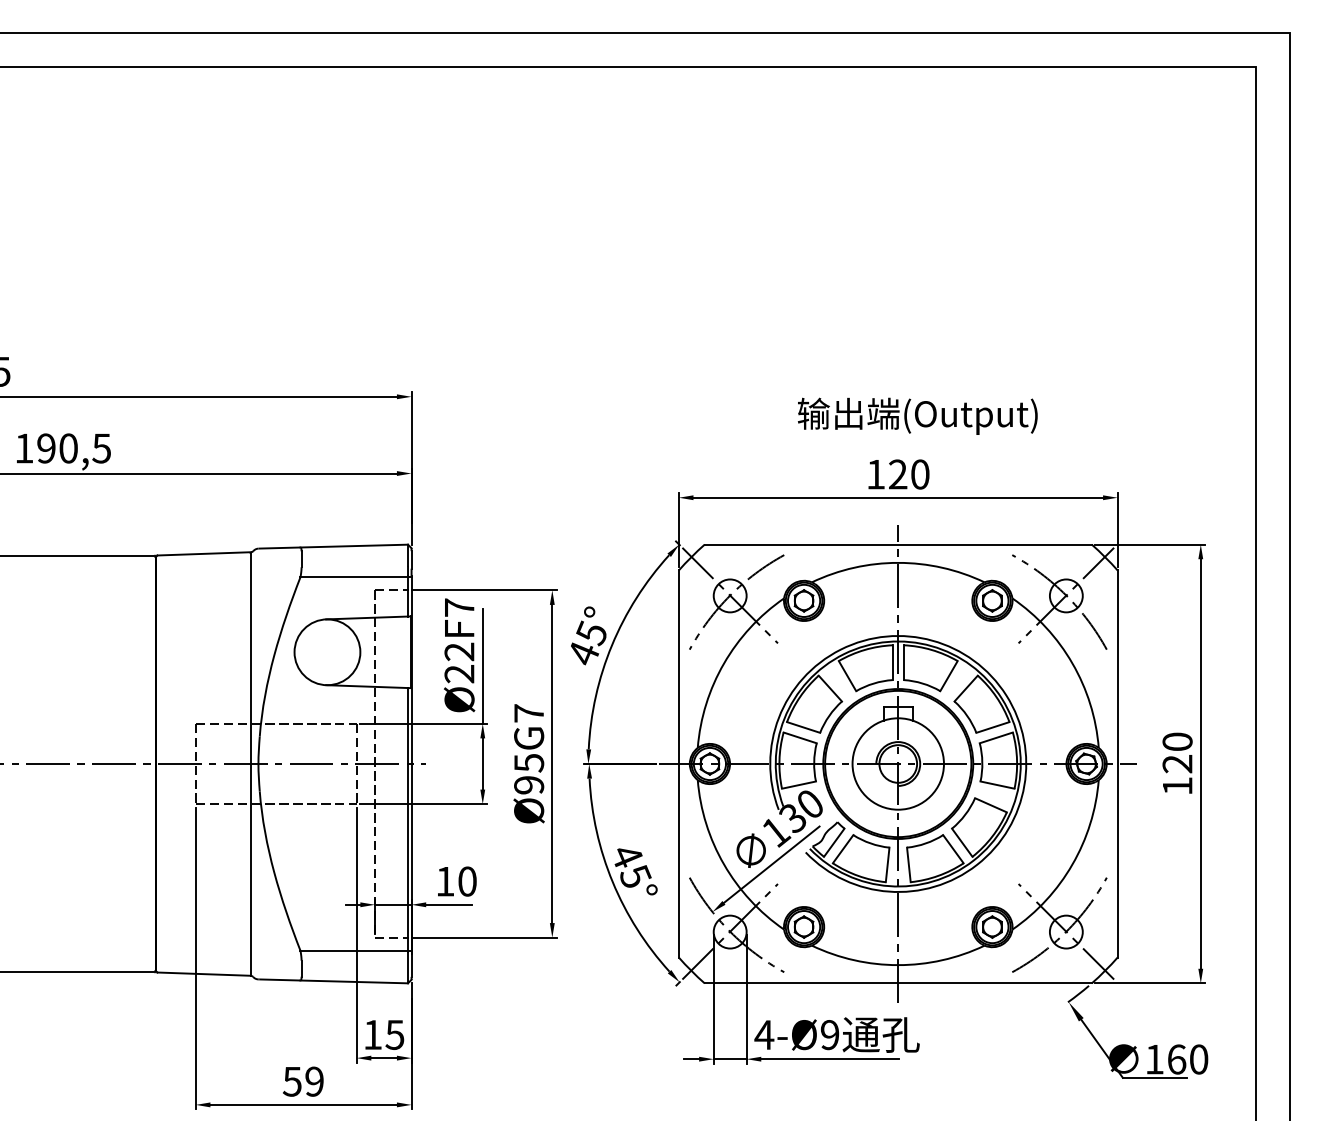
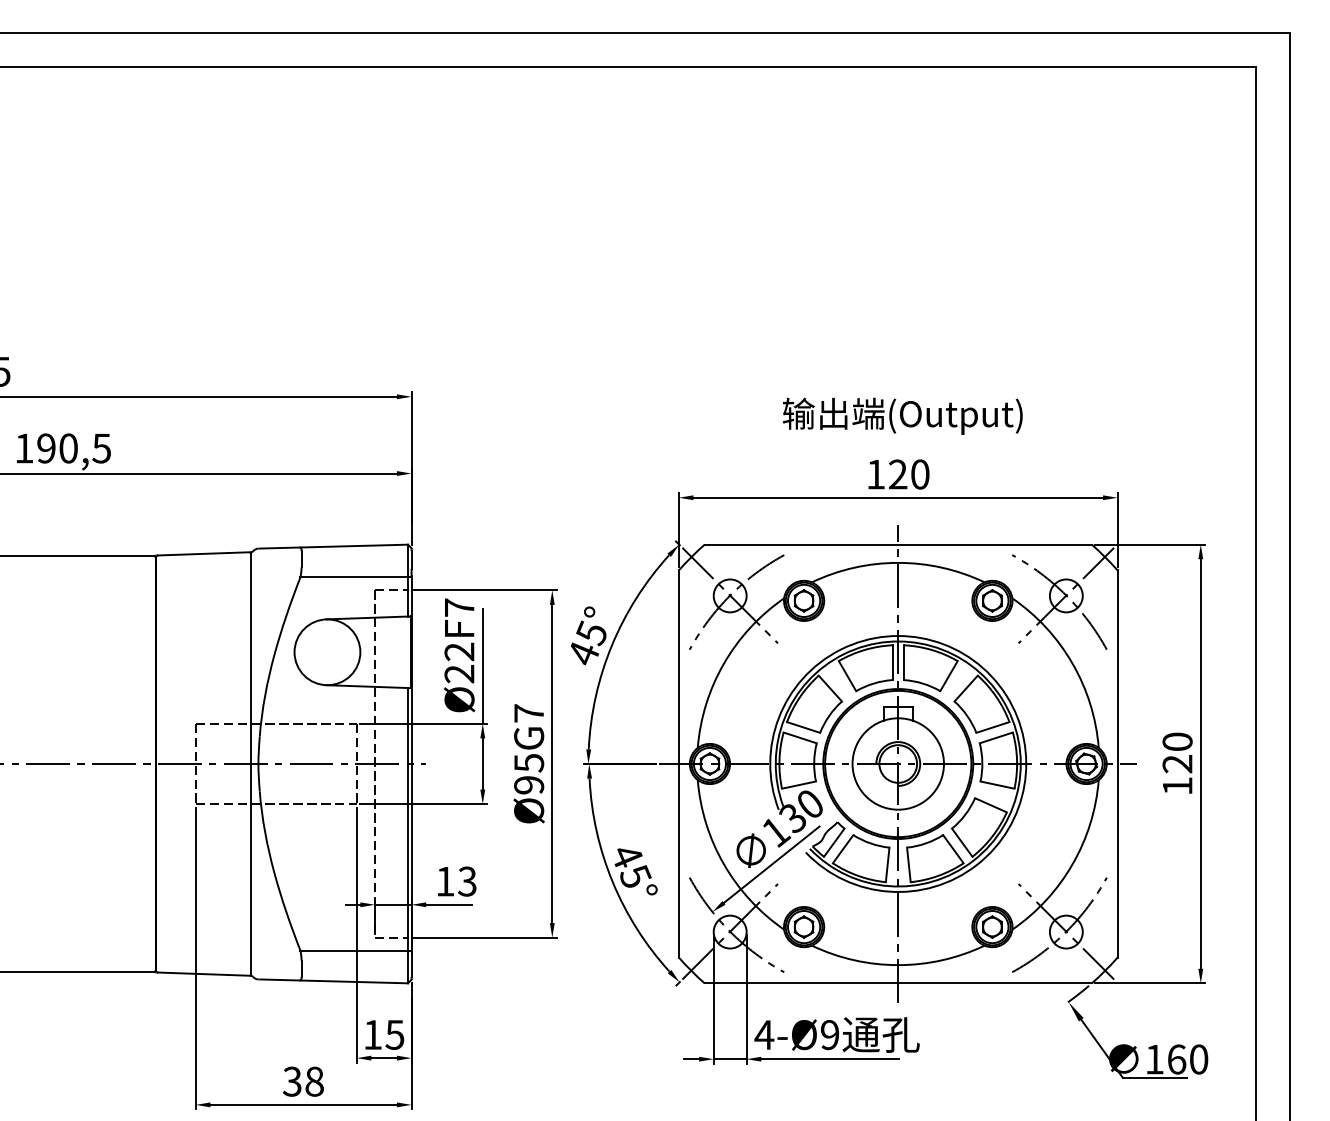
text at (917, 415) position: (917, 415) -> (902, 415)
text at (467, 881): 10 -> 13
text at (303, 1081): 59 -> 38
